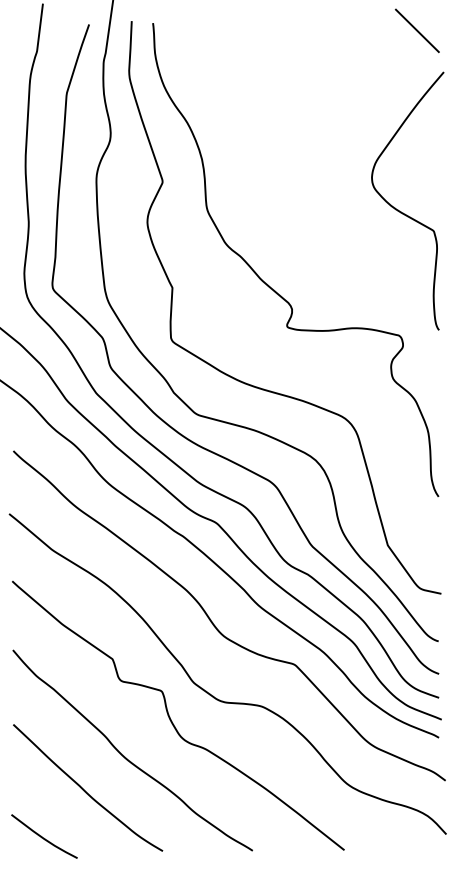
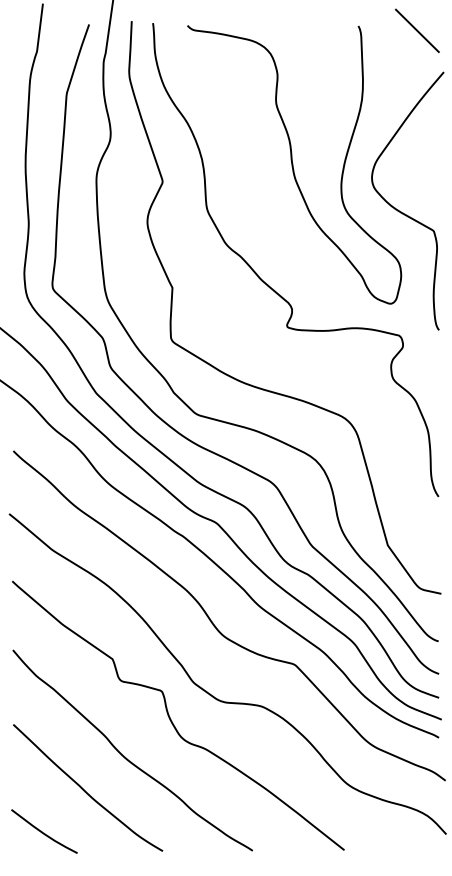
curve at (293, 164): none -> present
curve at (43, 837) position: (43, 837) -> (43, 832)
